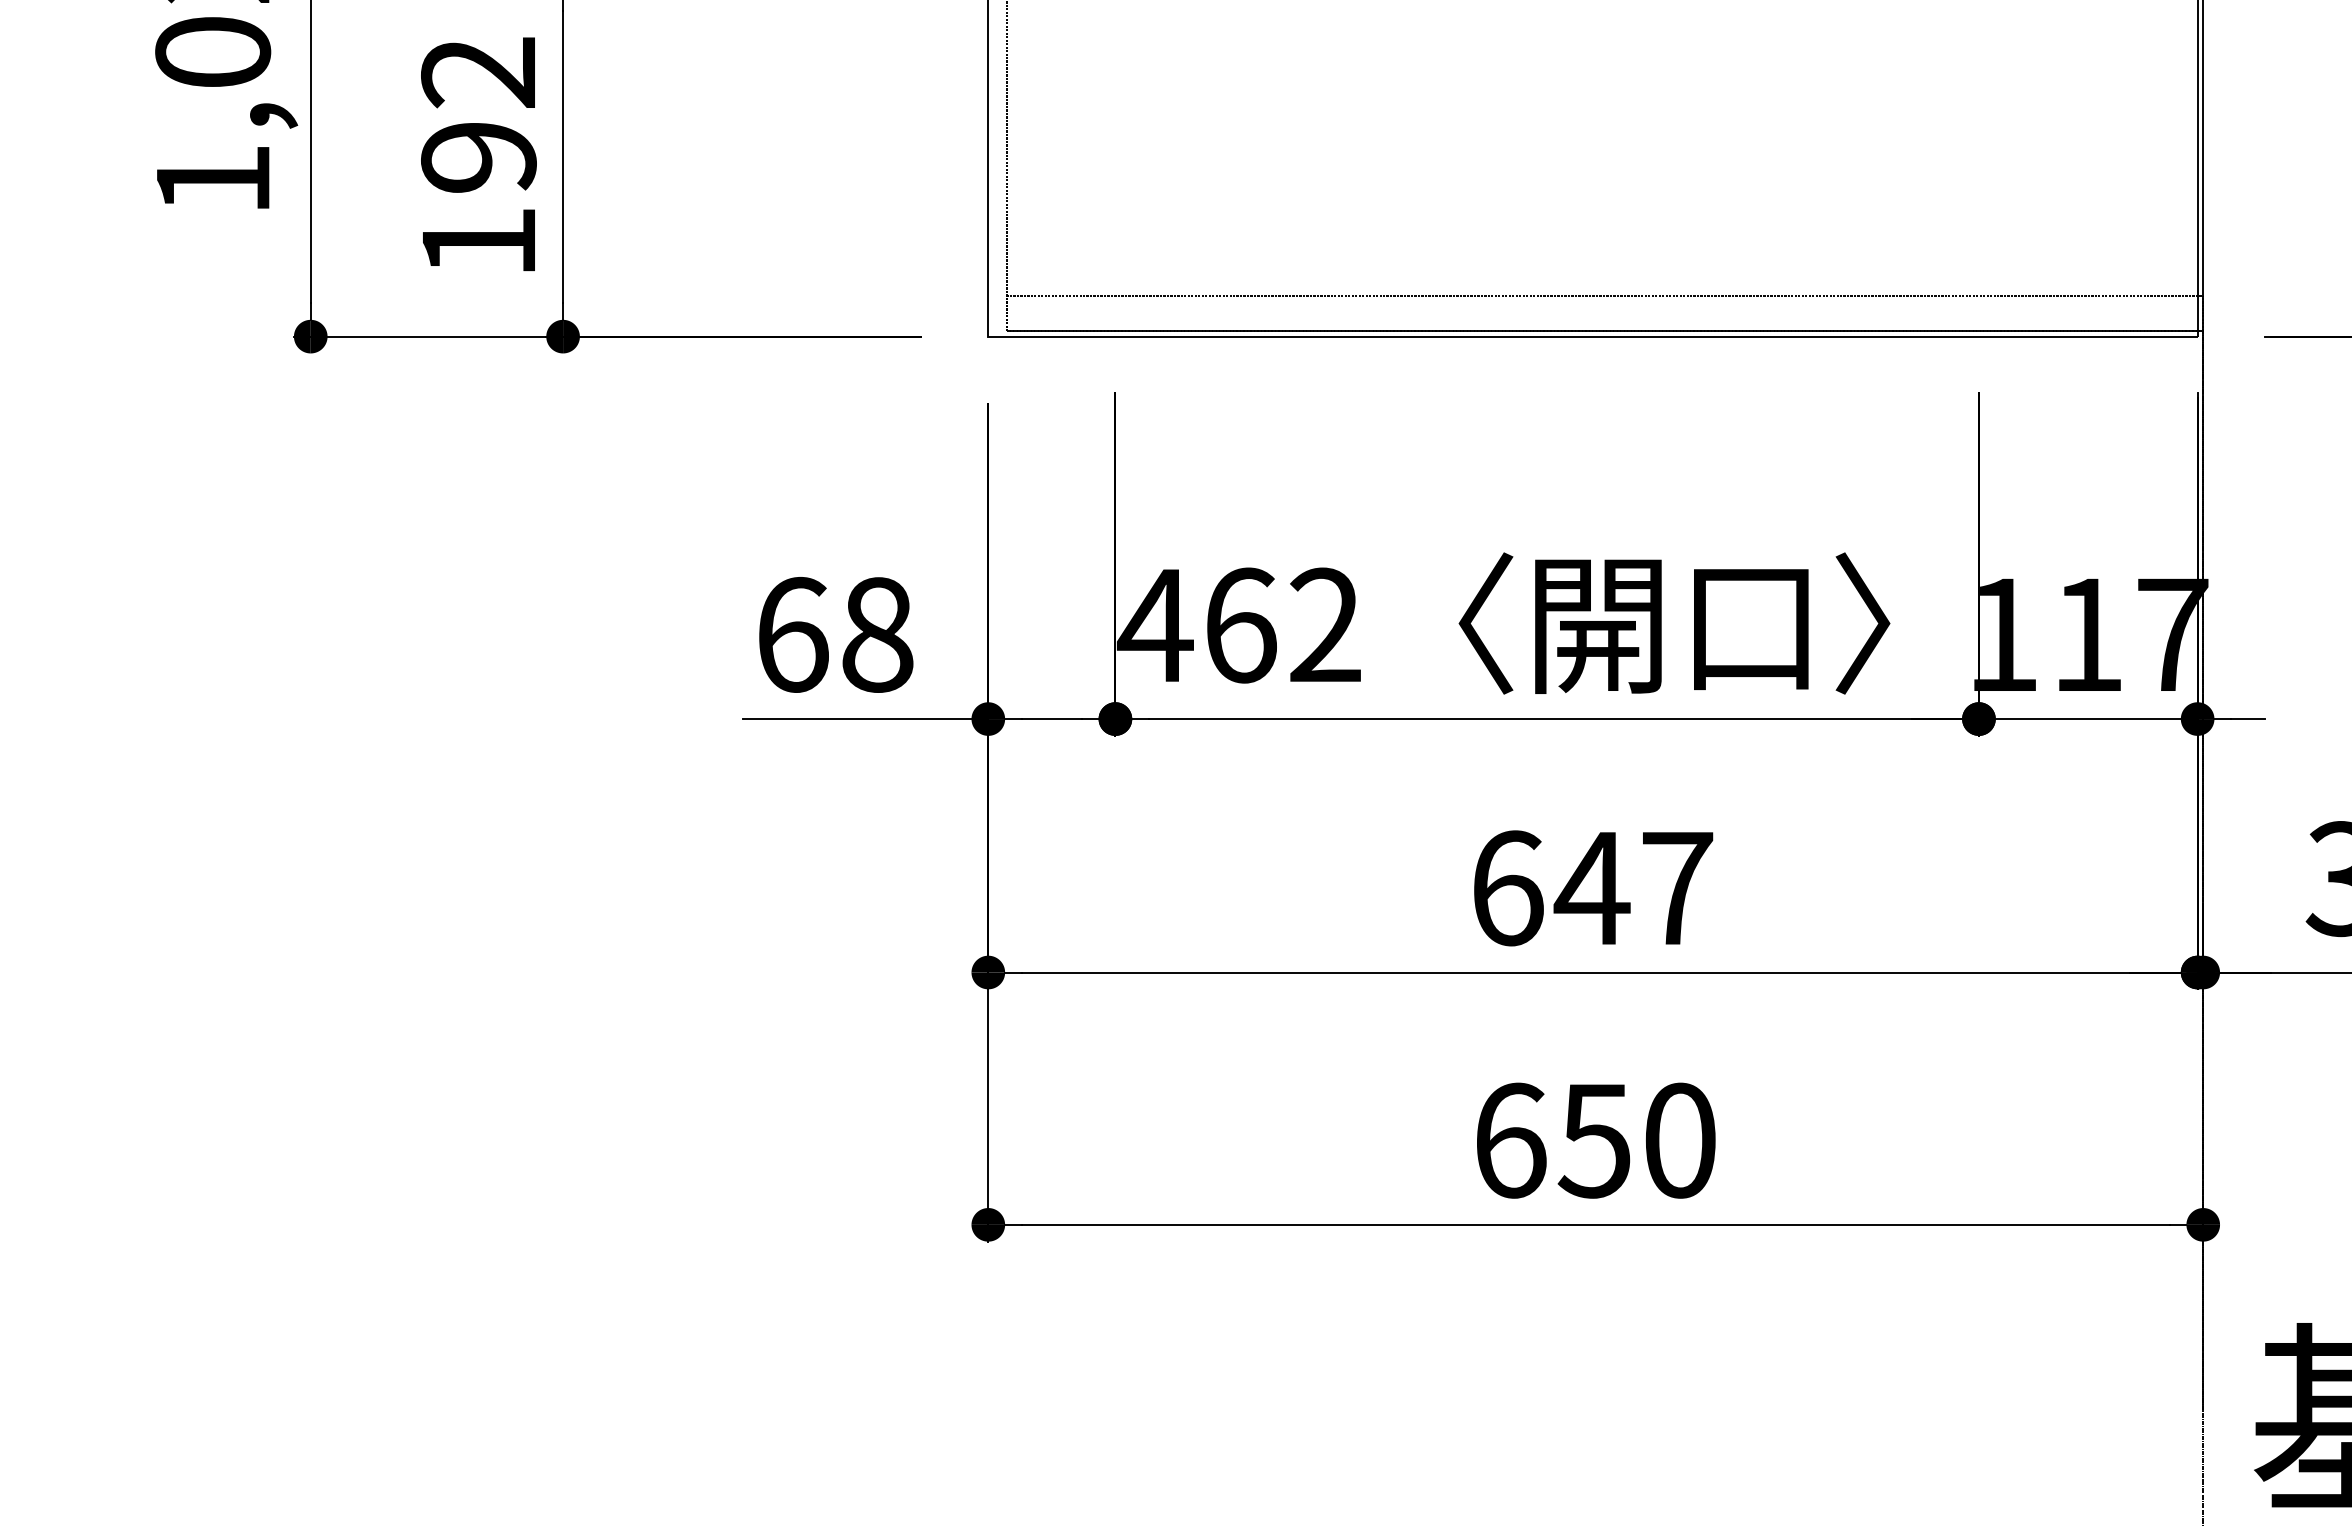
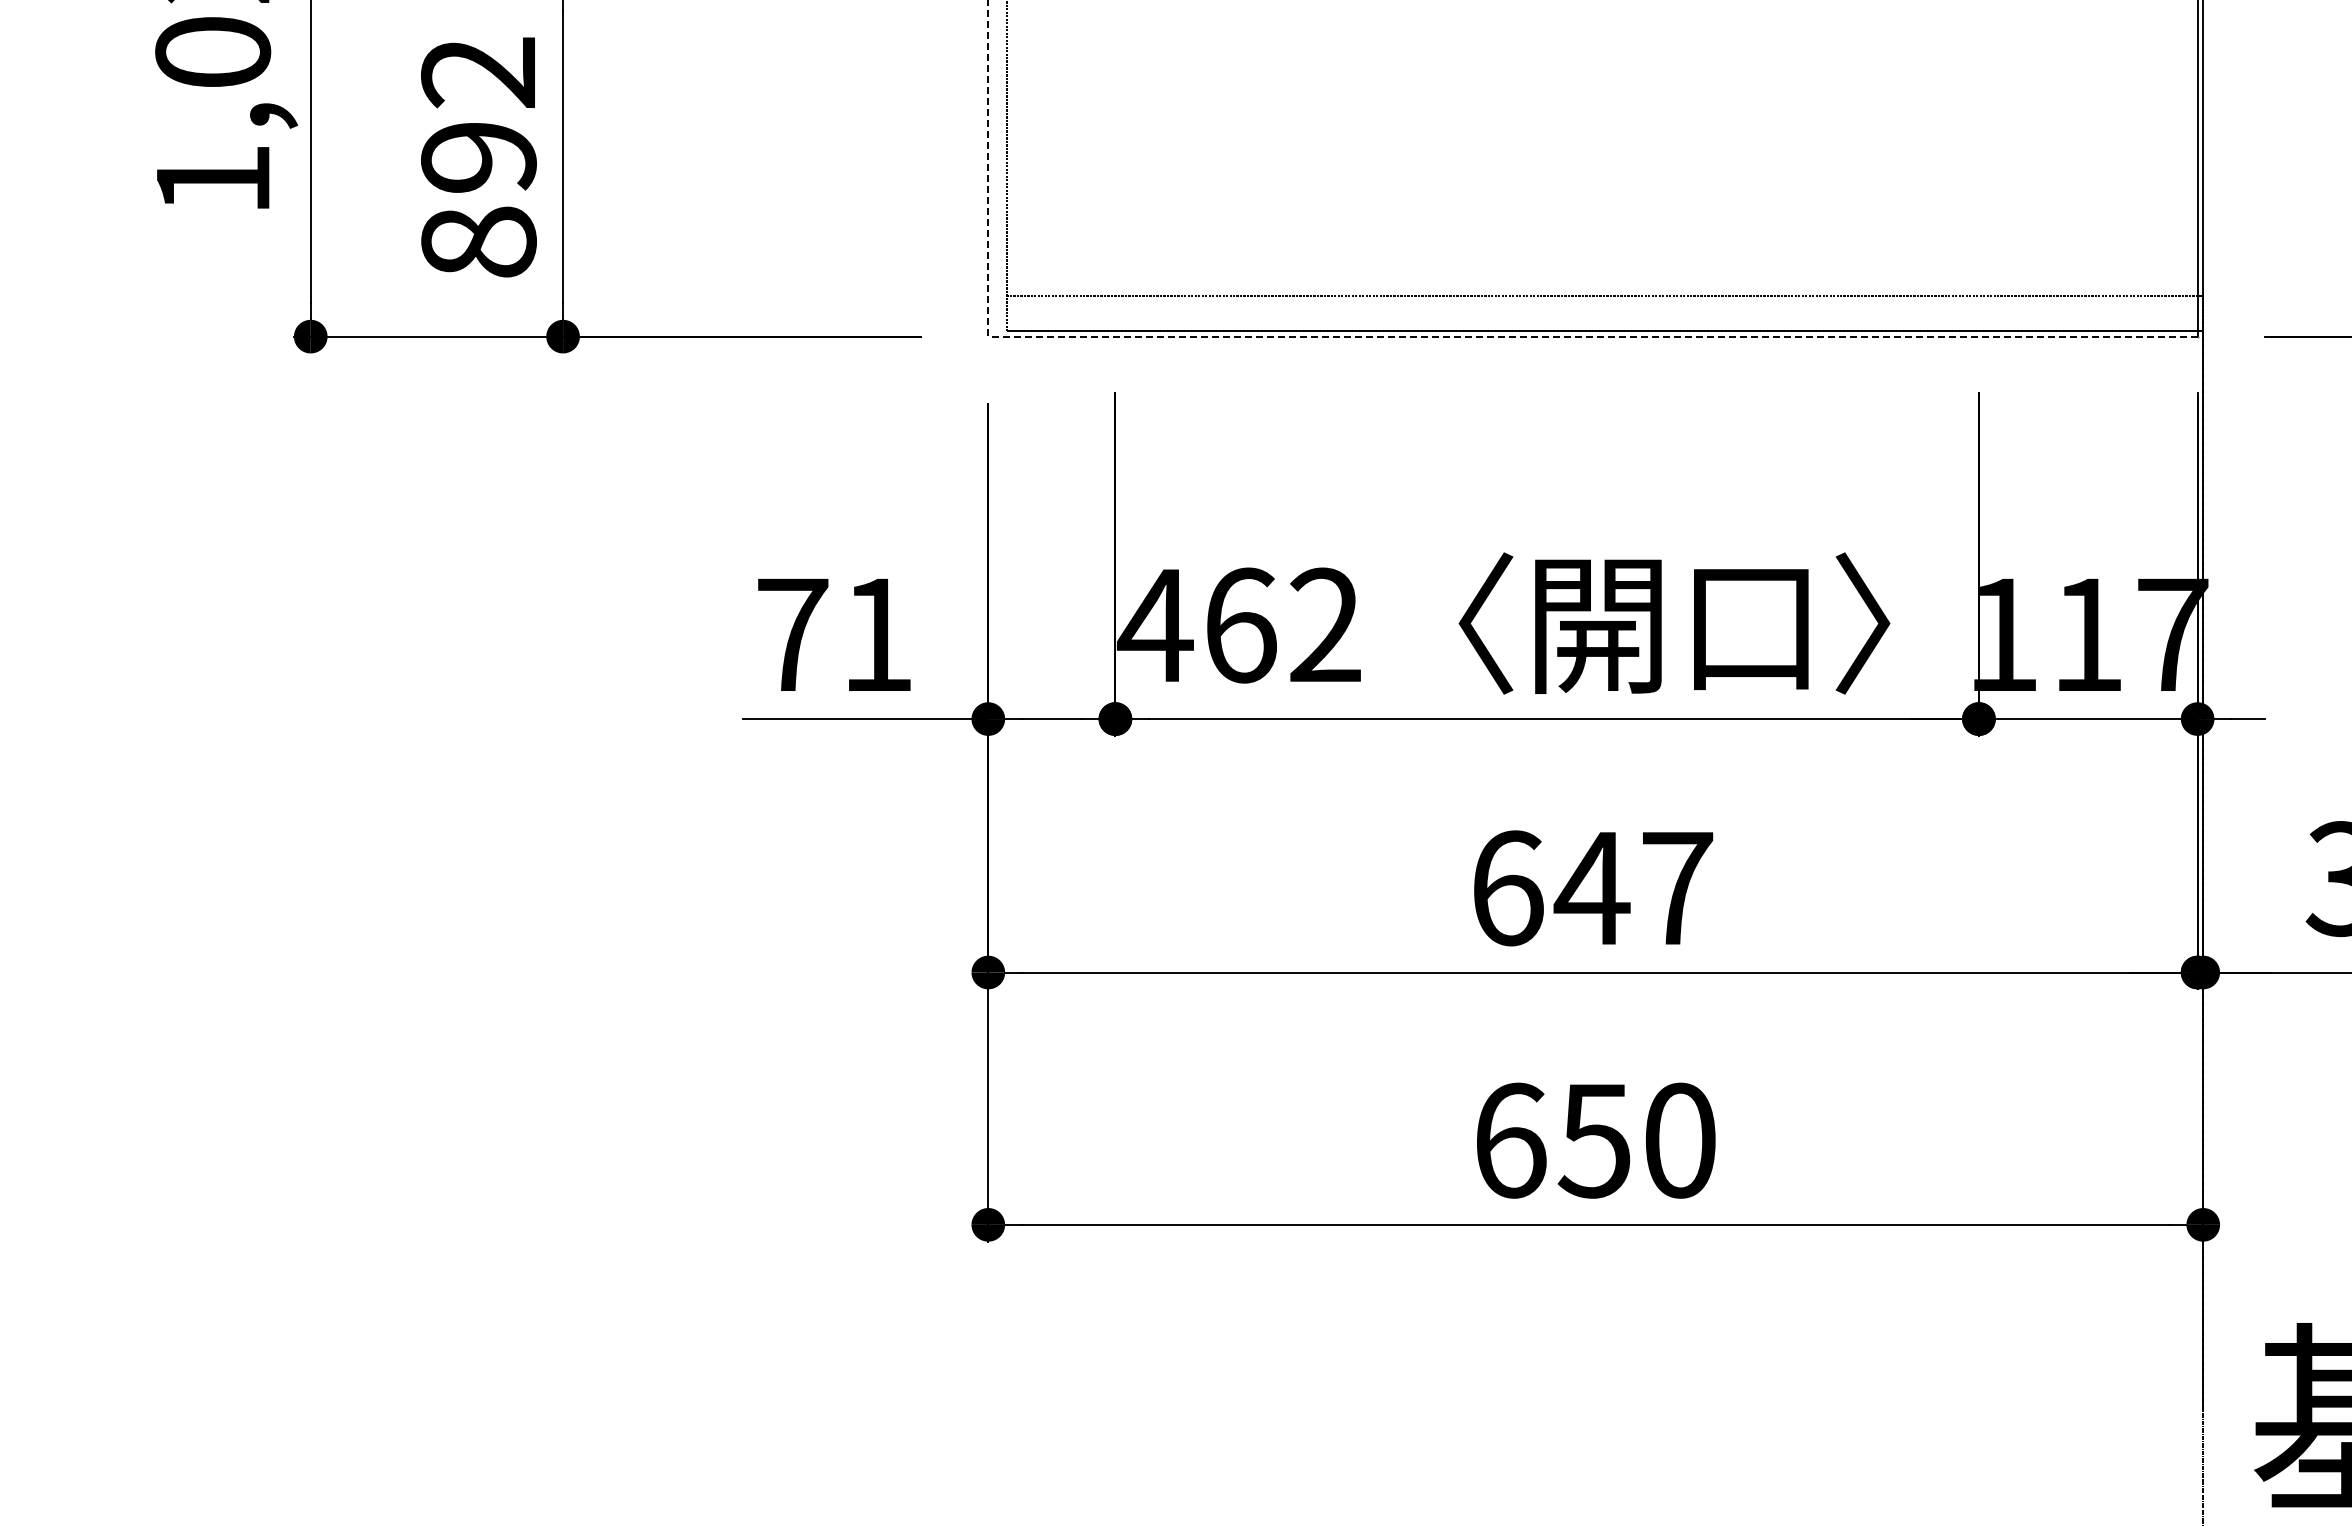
text at (478, 241): 192 -> 892
line at (1425, 336): solid -> dashed
text at (835, 634): 68 -> 71
